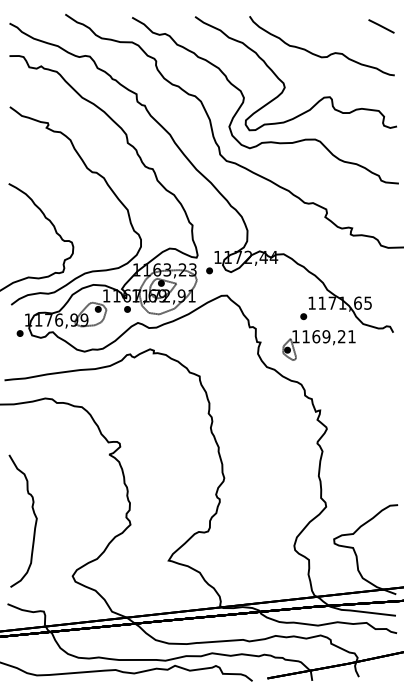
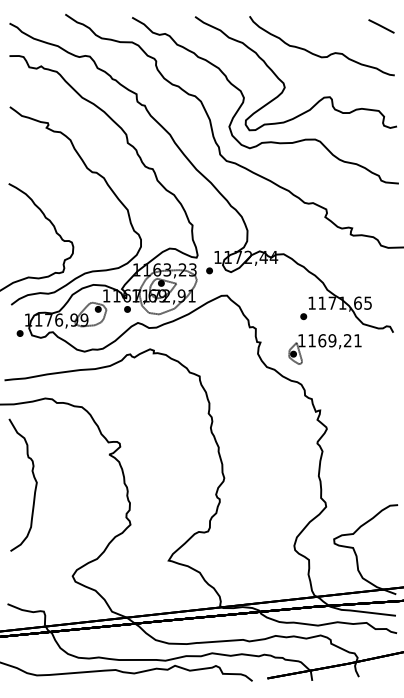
part at (318, 345) position: (318, 345) -> (324, 349)
curve at (33, 514) position: (33, 514) -> (33, 478)
